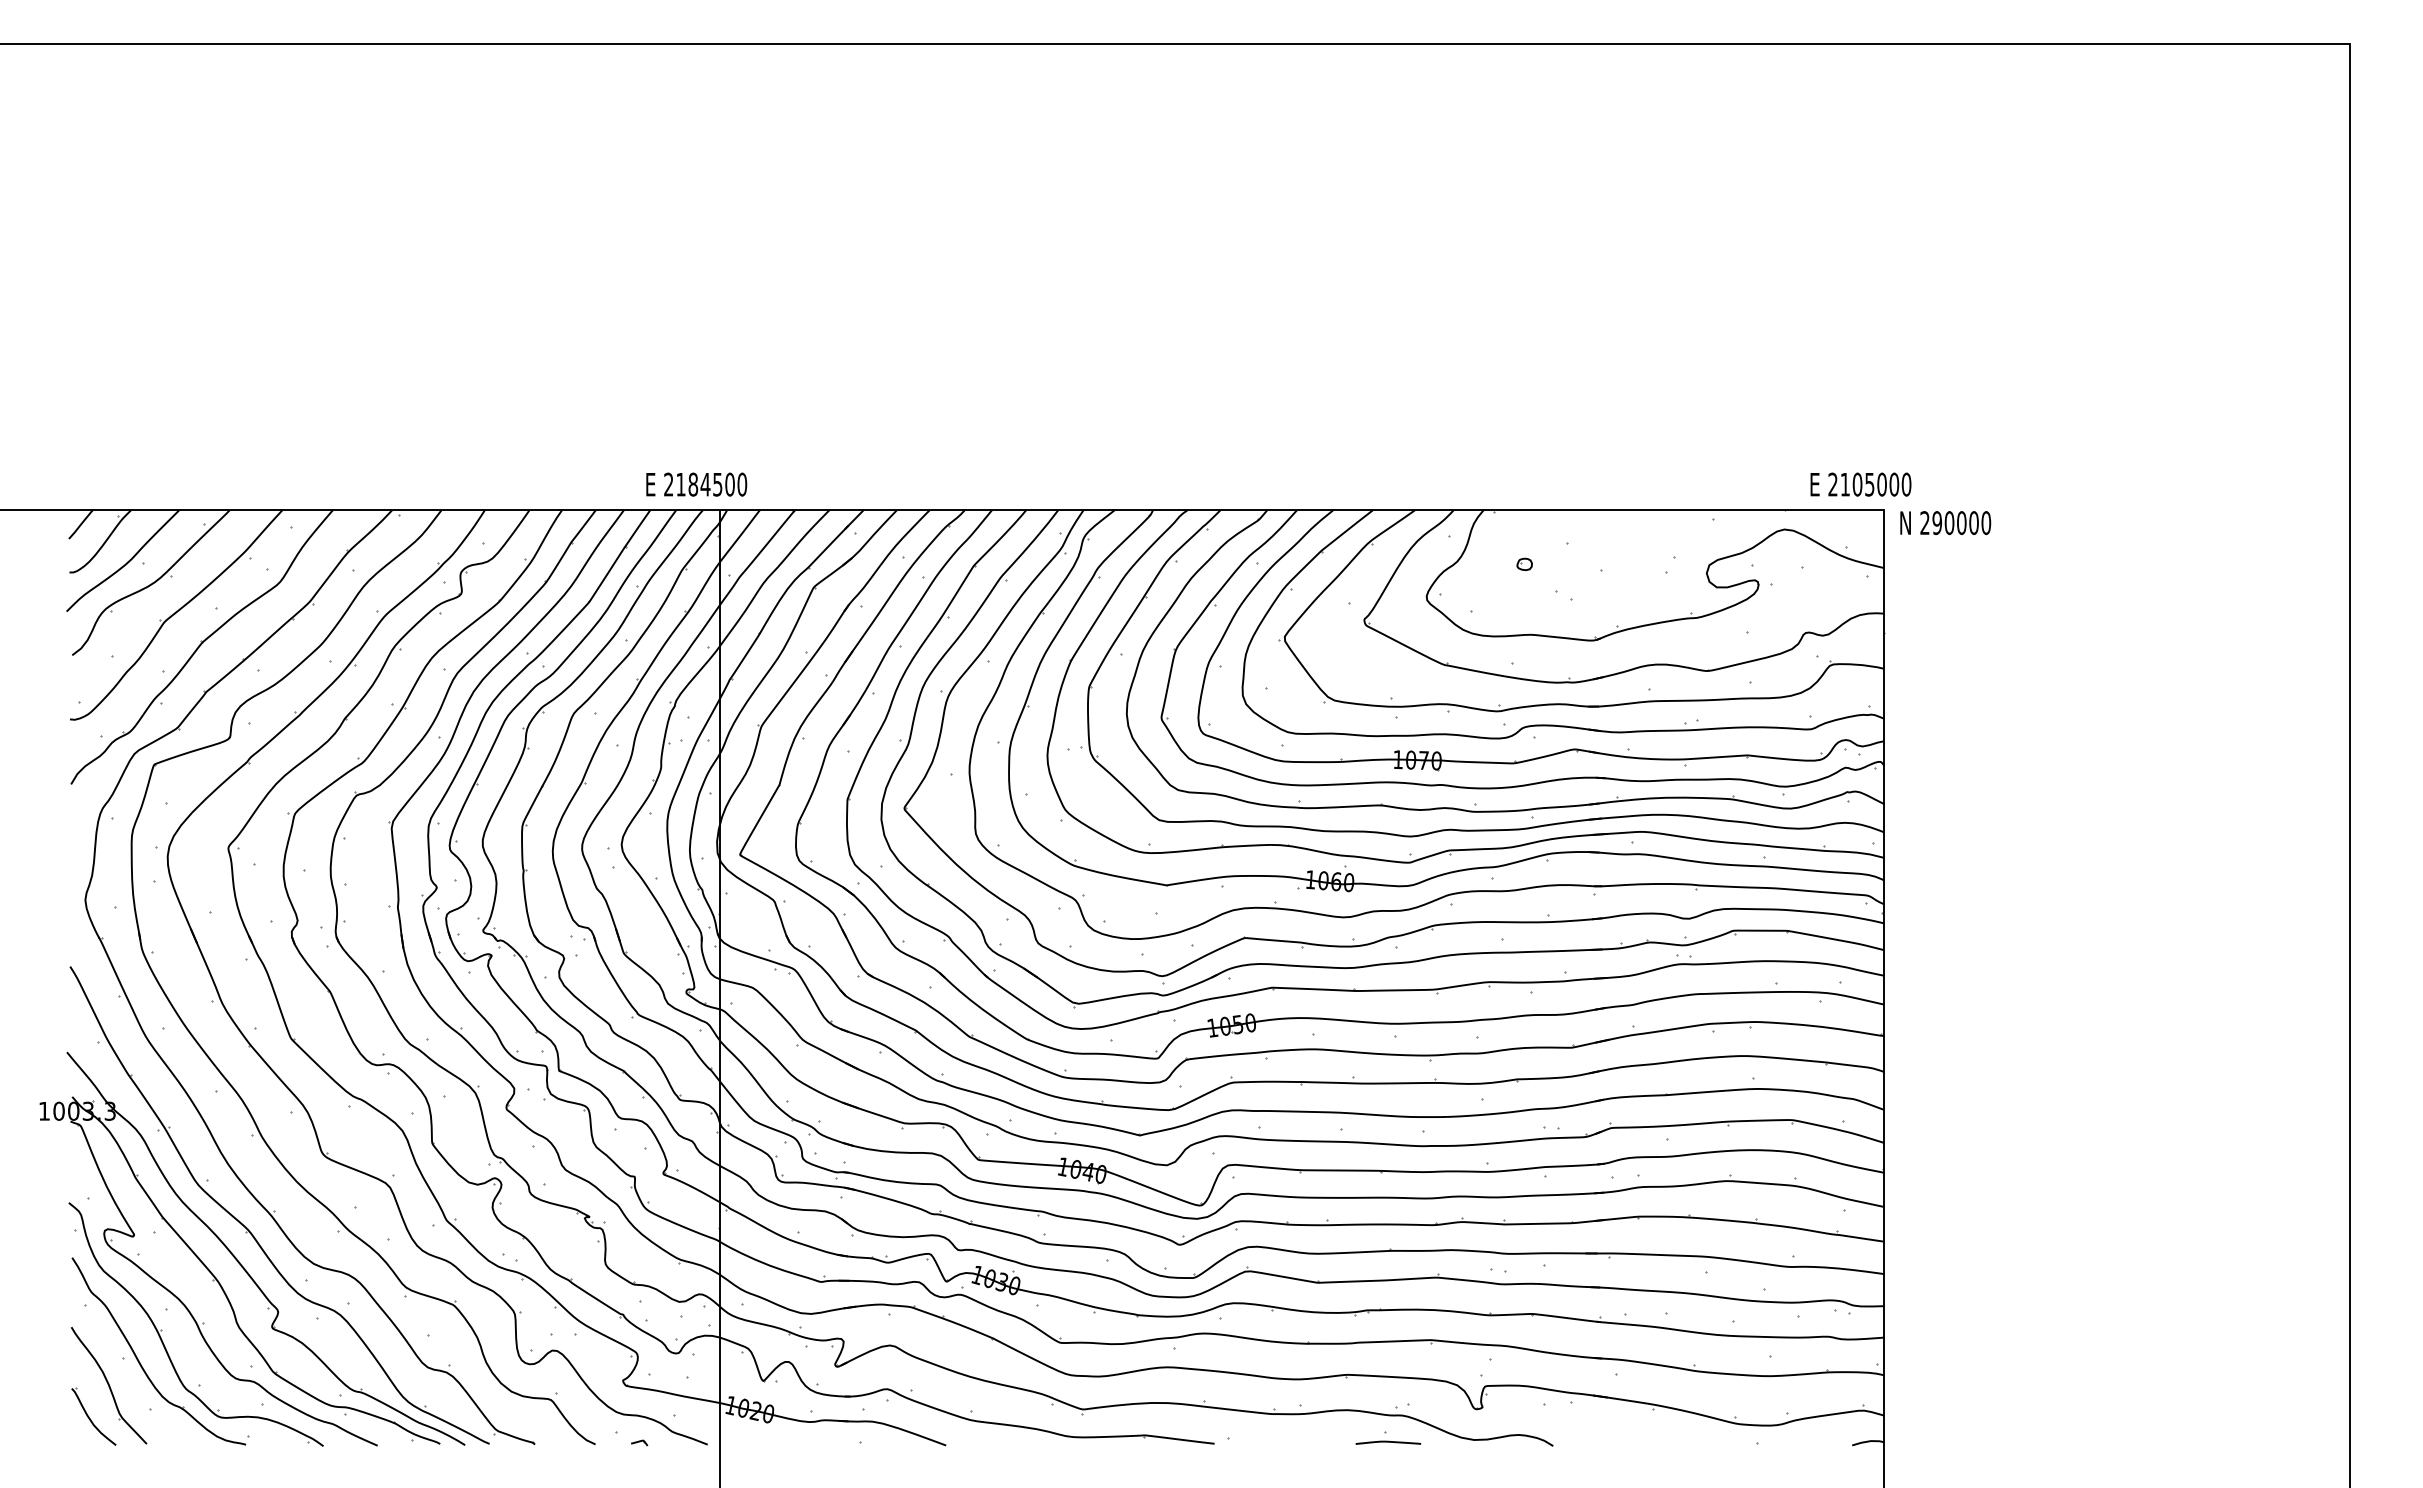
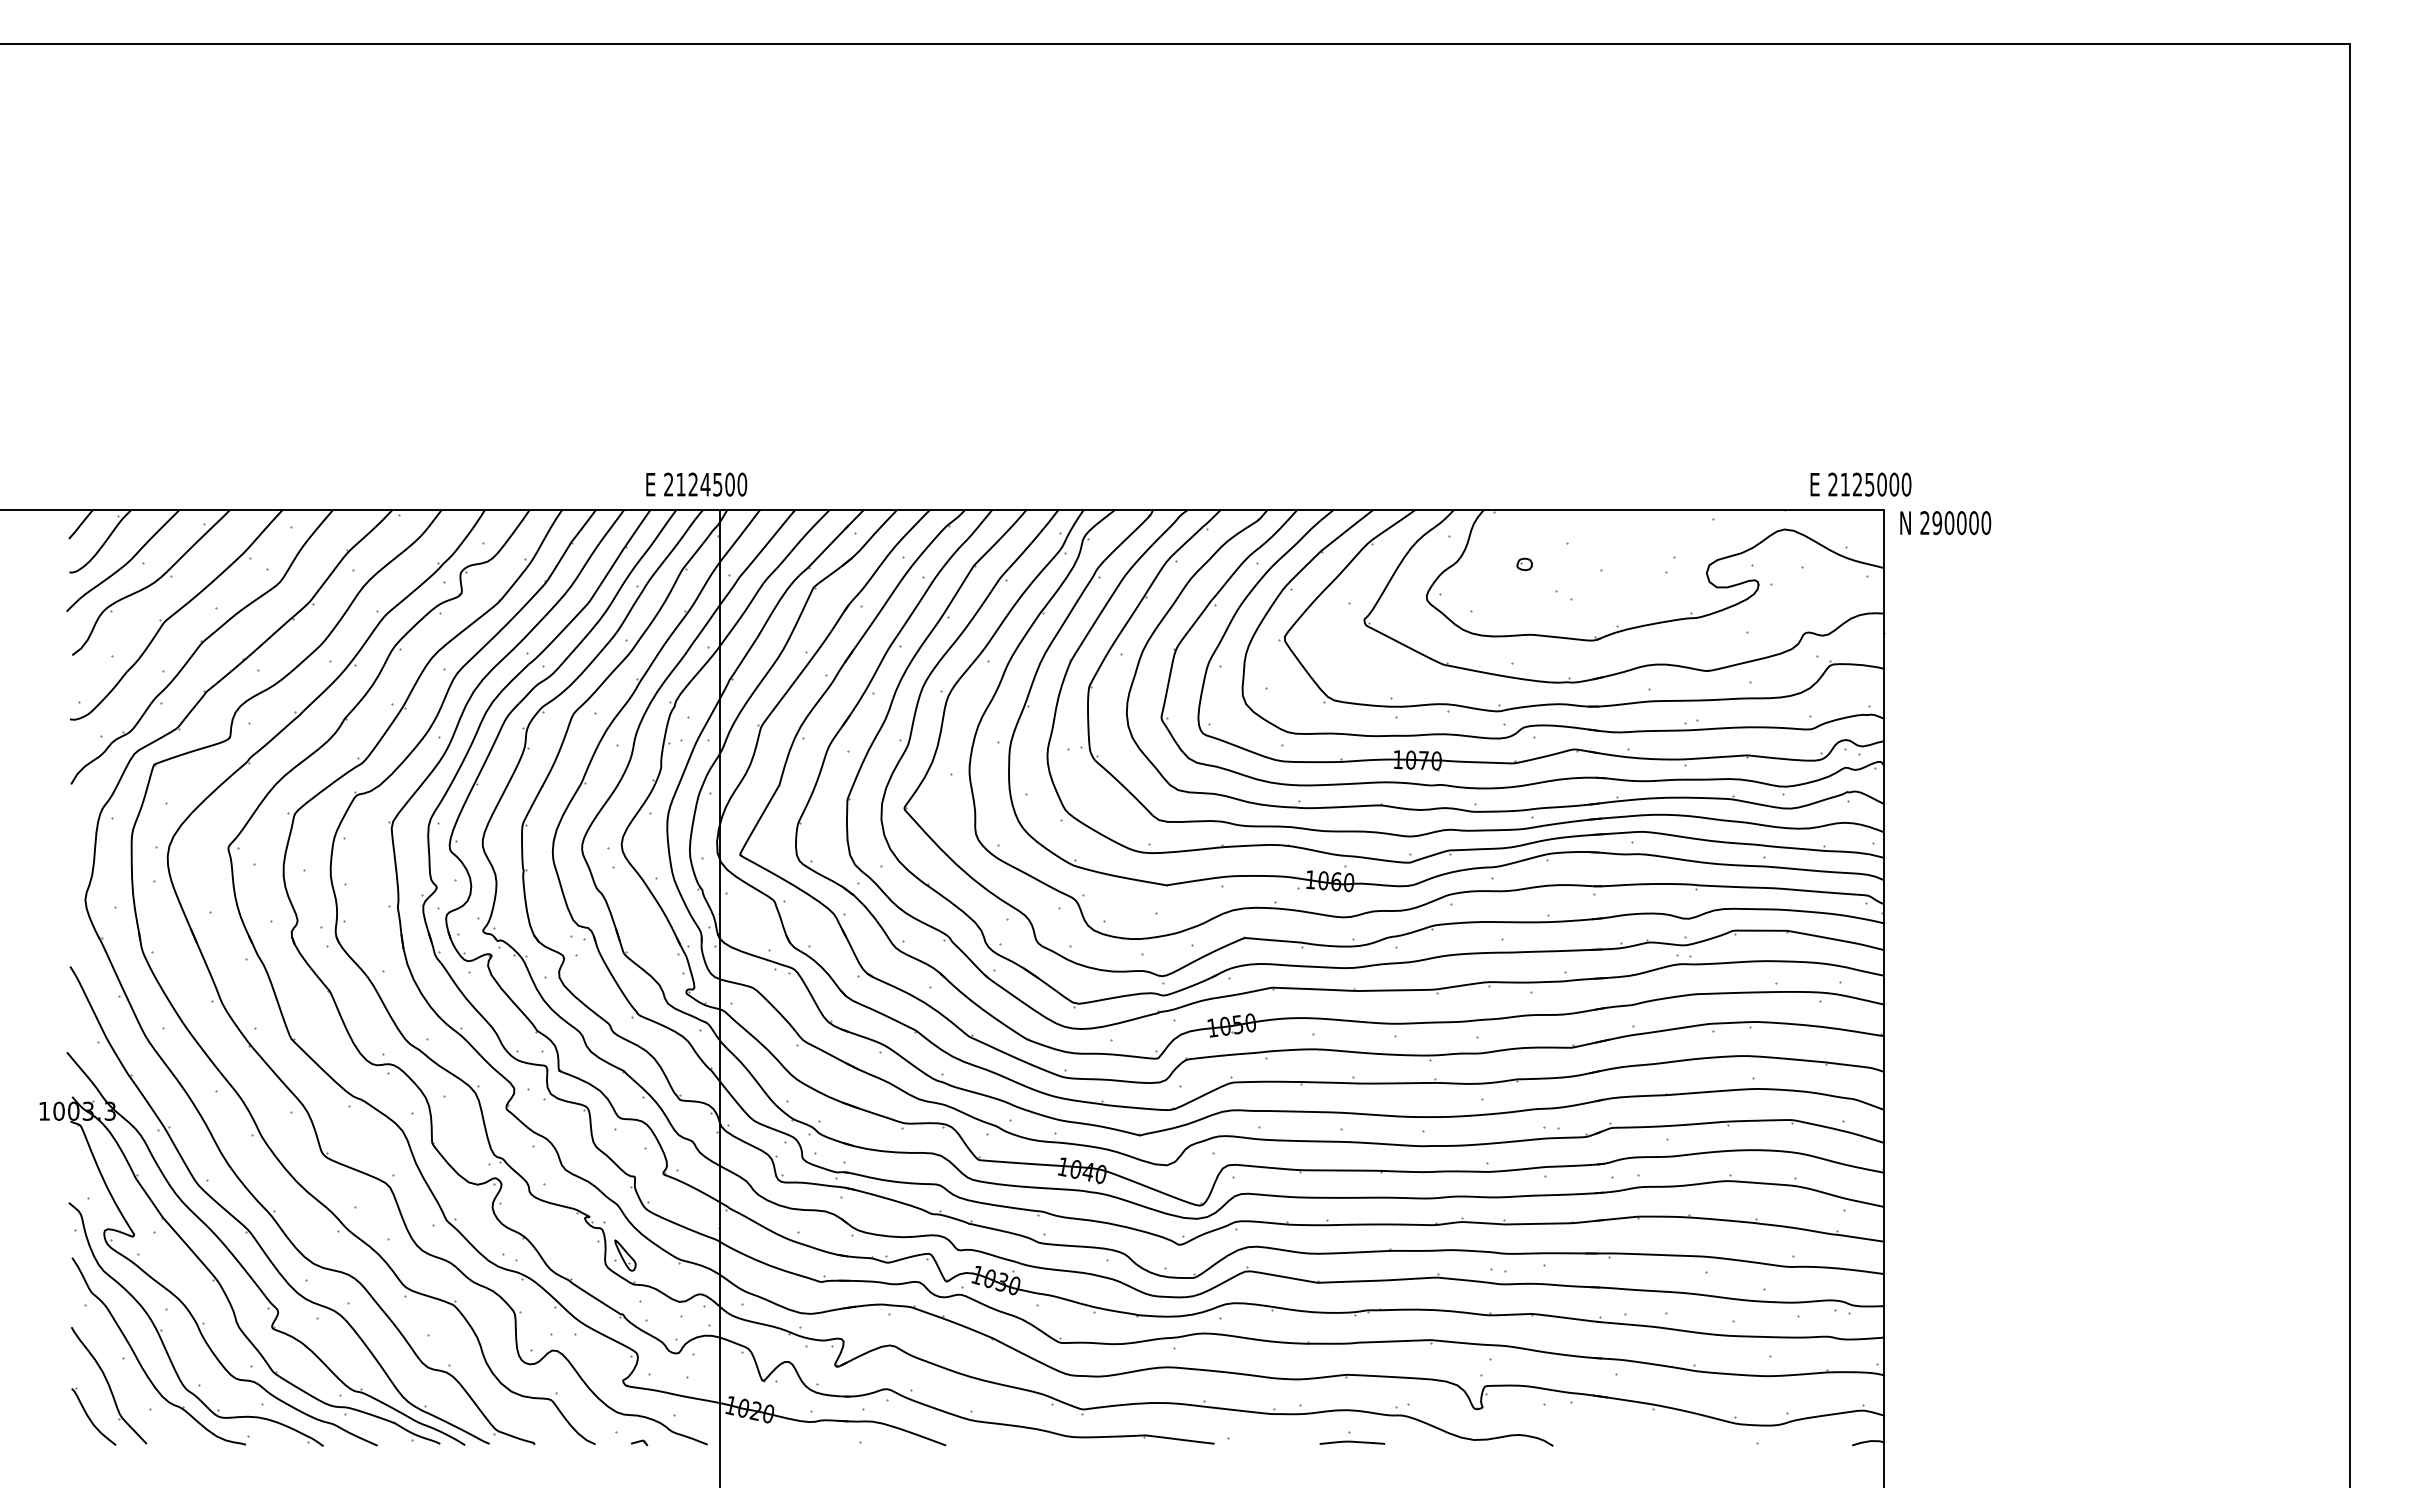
text at (693, 484): 2184500 -> 2124500
text at (1857, 484): 2105000 -> 2125000
part at (625, 1255): none -> present
part at (1388, 1437) position: (1388, 1437) -> (1352, 1437)
